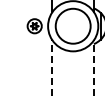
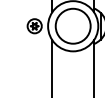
line at (52, 68): dashed -> solid
line at (93, 68): dashed -> solid
